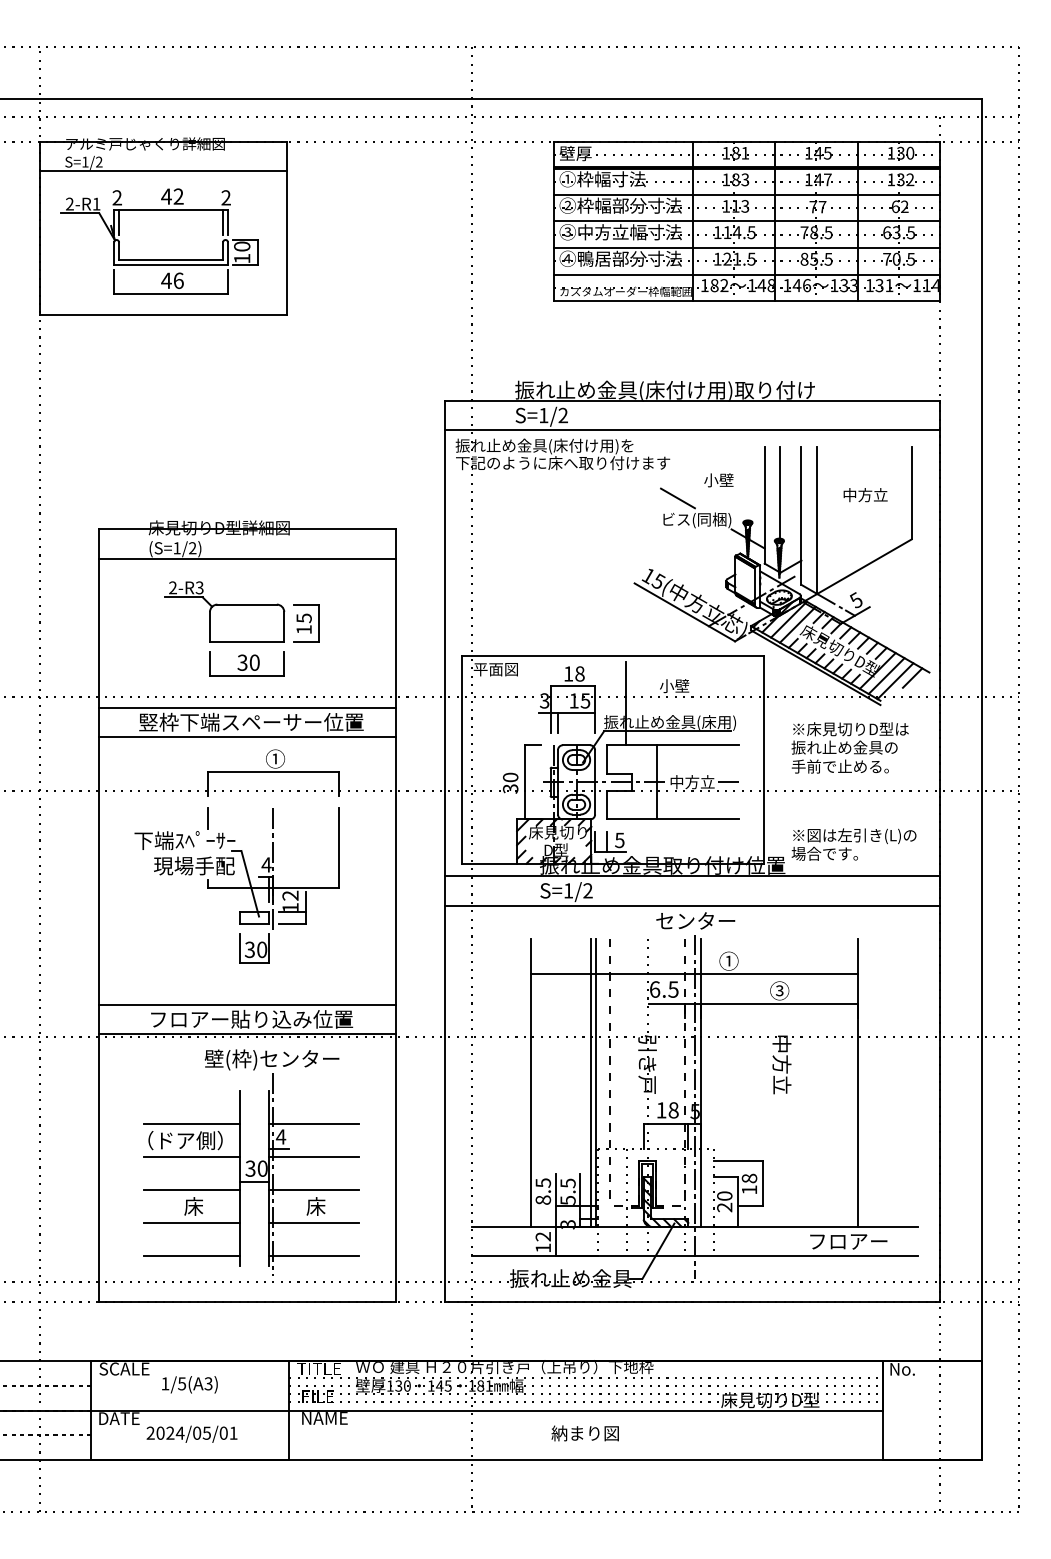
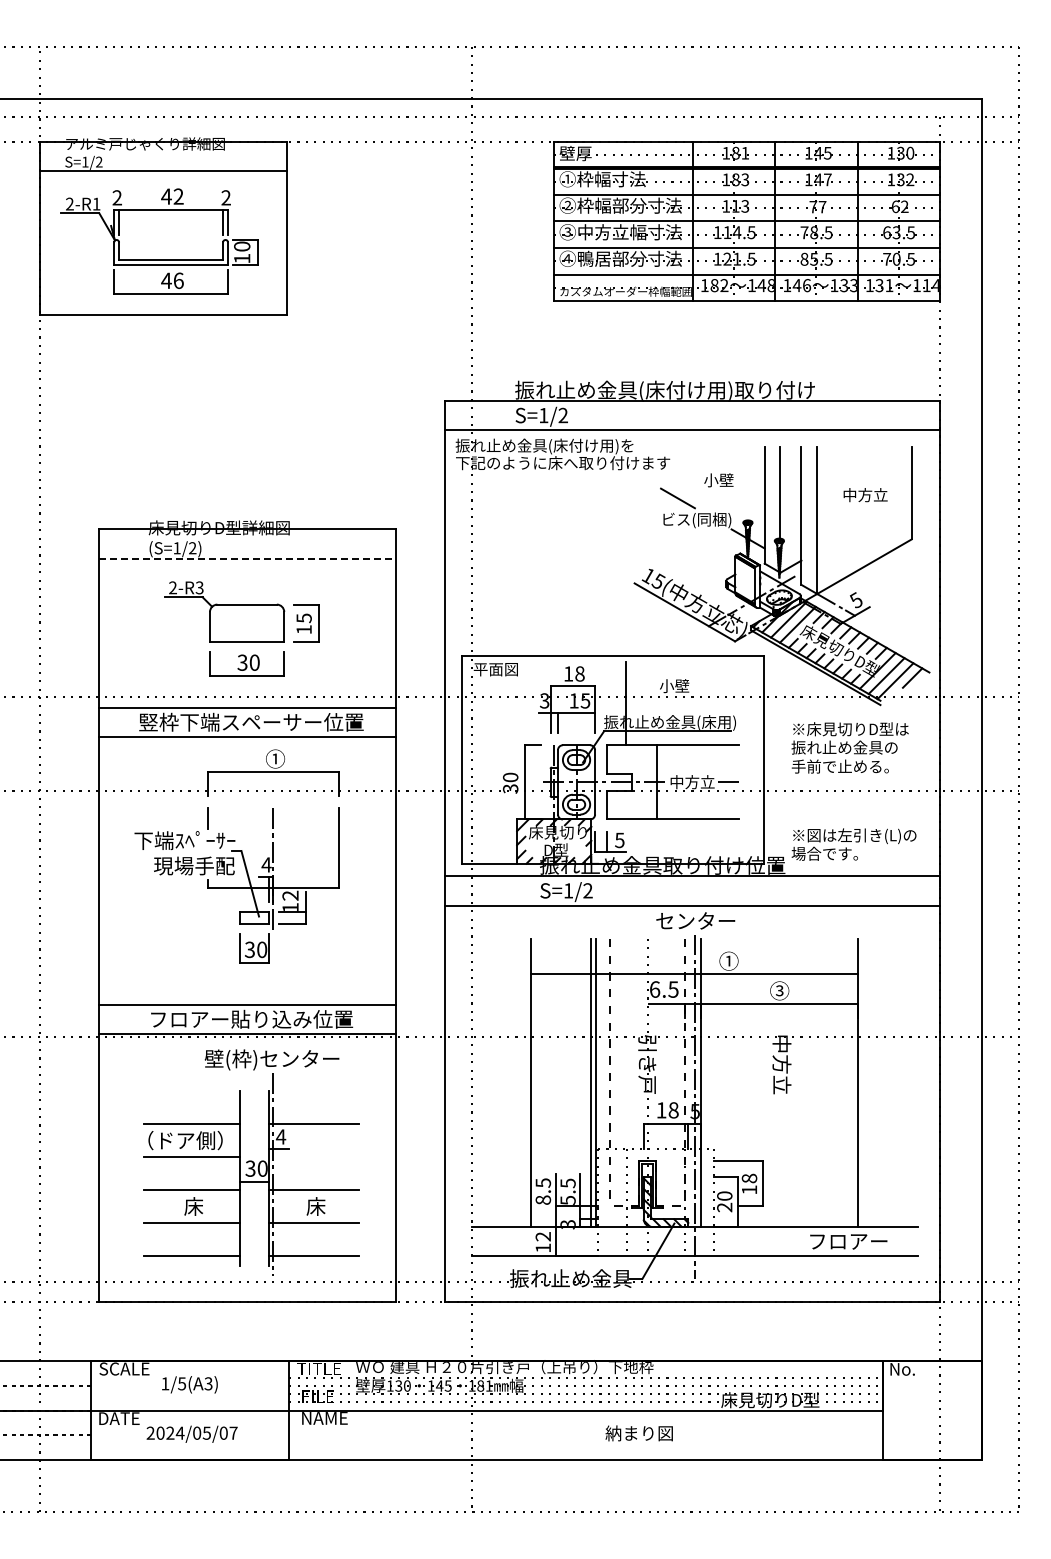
line at (247, 559): solid -> dashed
line at (313, 1157): present -> none
text at (233, 1432): 2024/05/01 -> 2024/05/07
text at (584, 1433) position: (584, 1433) -> (638, 1433)
